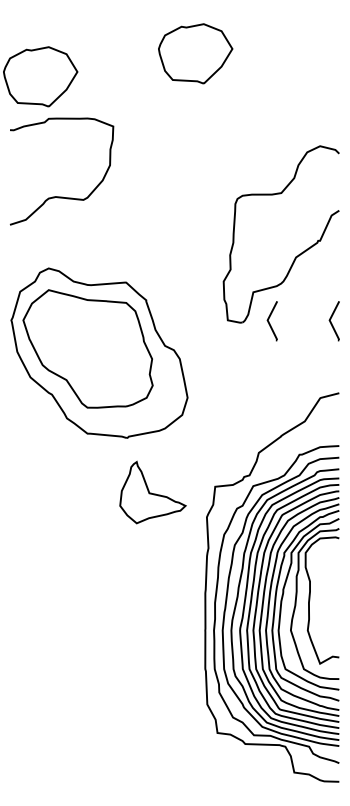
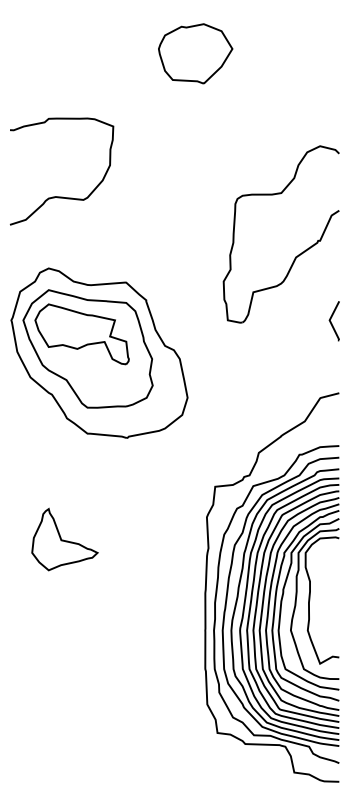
part at (40, 76): present -> none
line at (269, 321): present -> none
part at (81, 334): none -> present
part at (152, 492) position: (152, 492) -> (64, 539)
